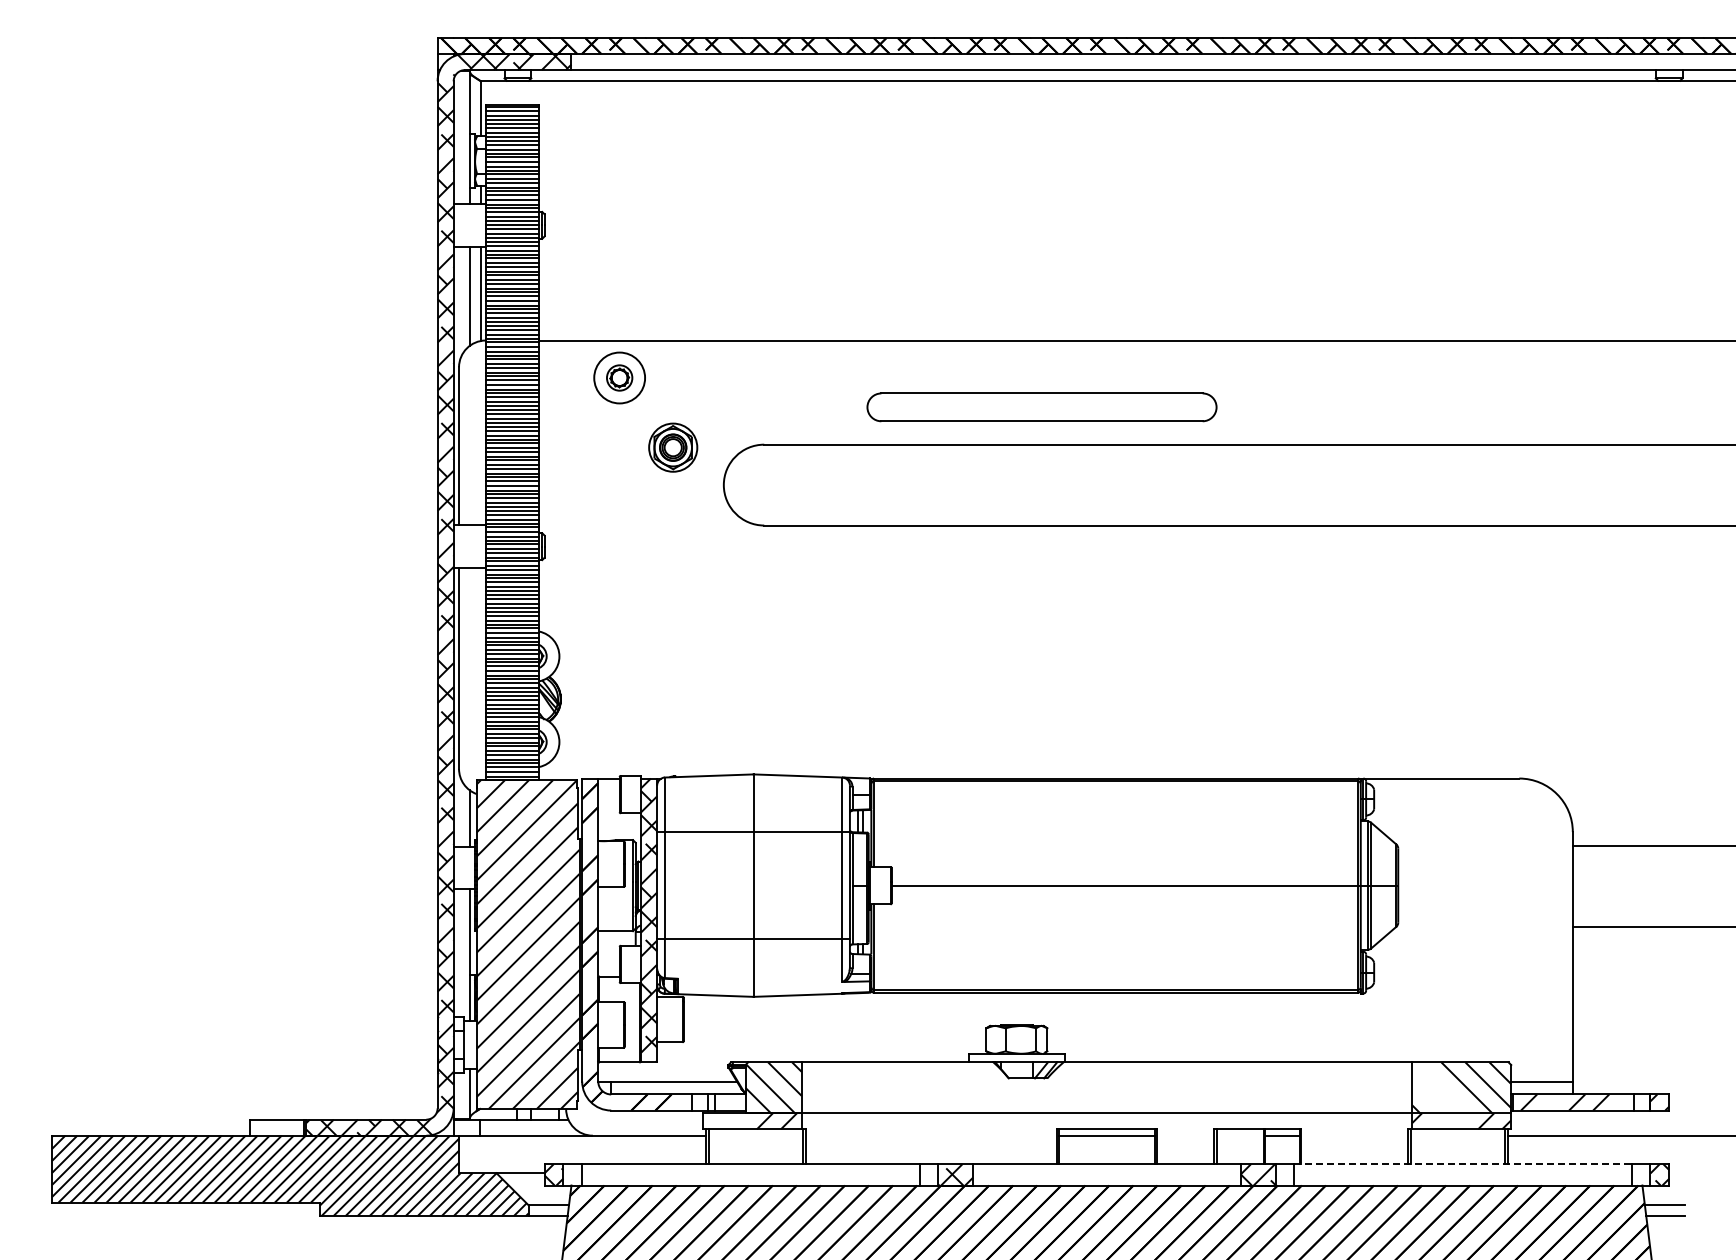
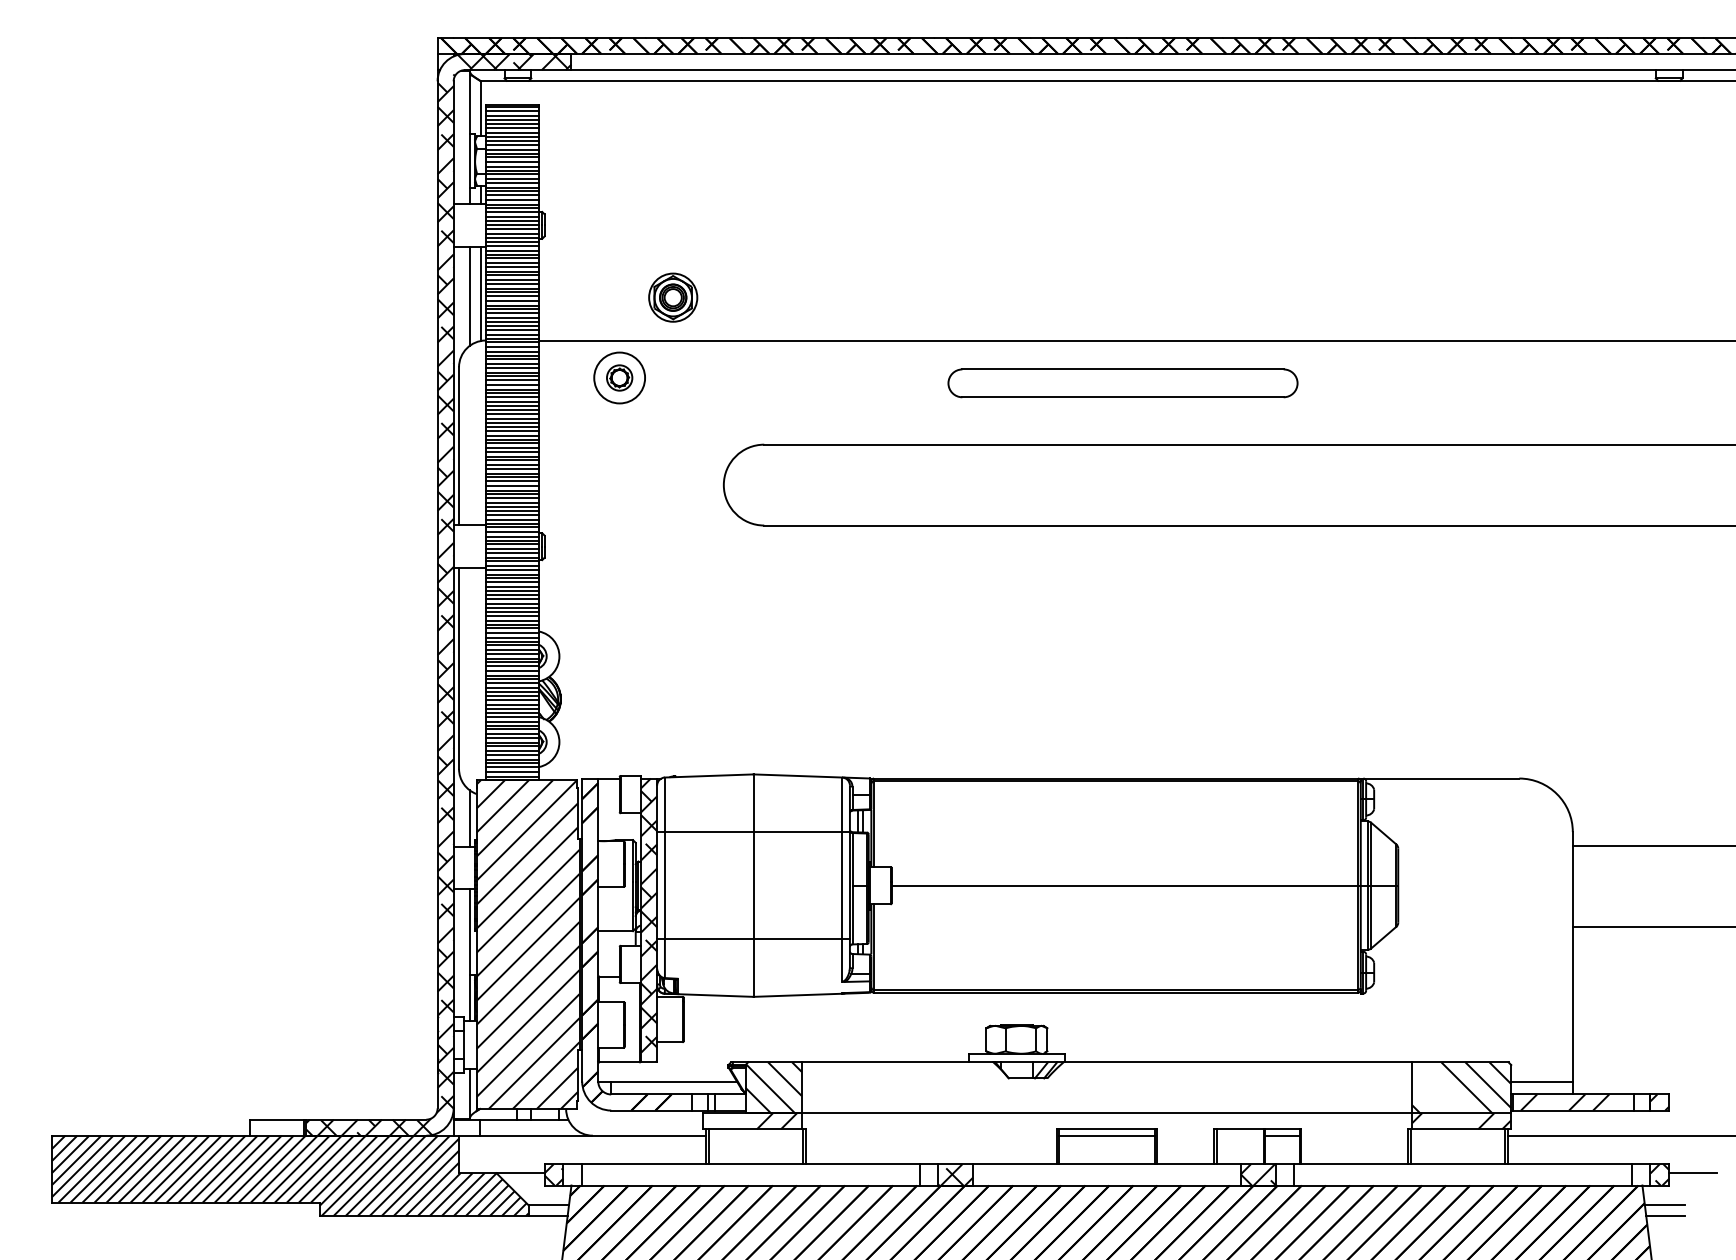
part at (1041, 407) position: (1041, 407) -> (1122, 383)
part at (673, 447) position: (673, 447) -> (673, 297)
line at (1463, 1164): dashed -> solid
line at (1693, 1173): none -> present
